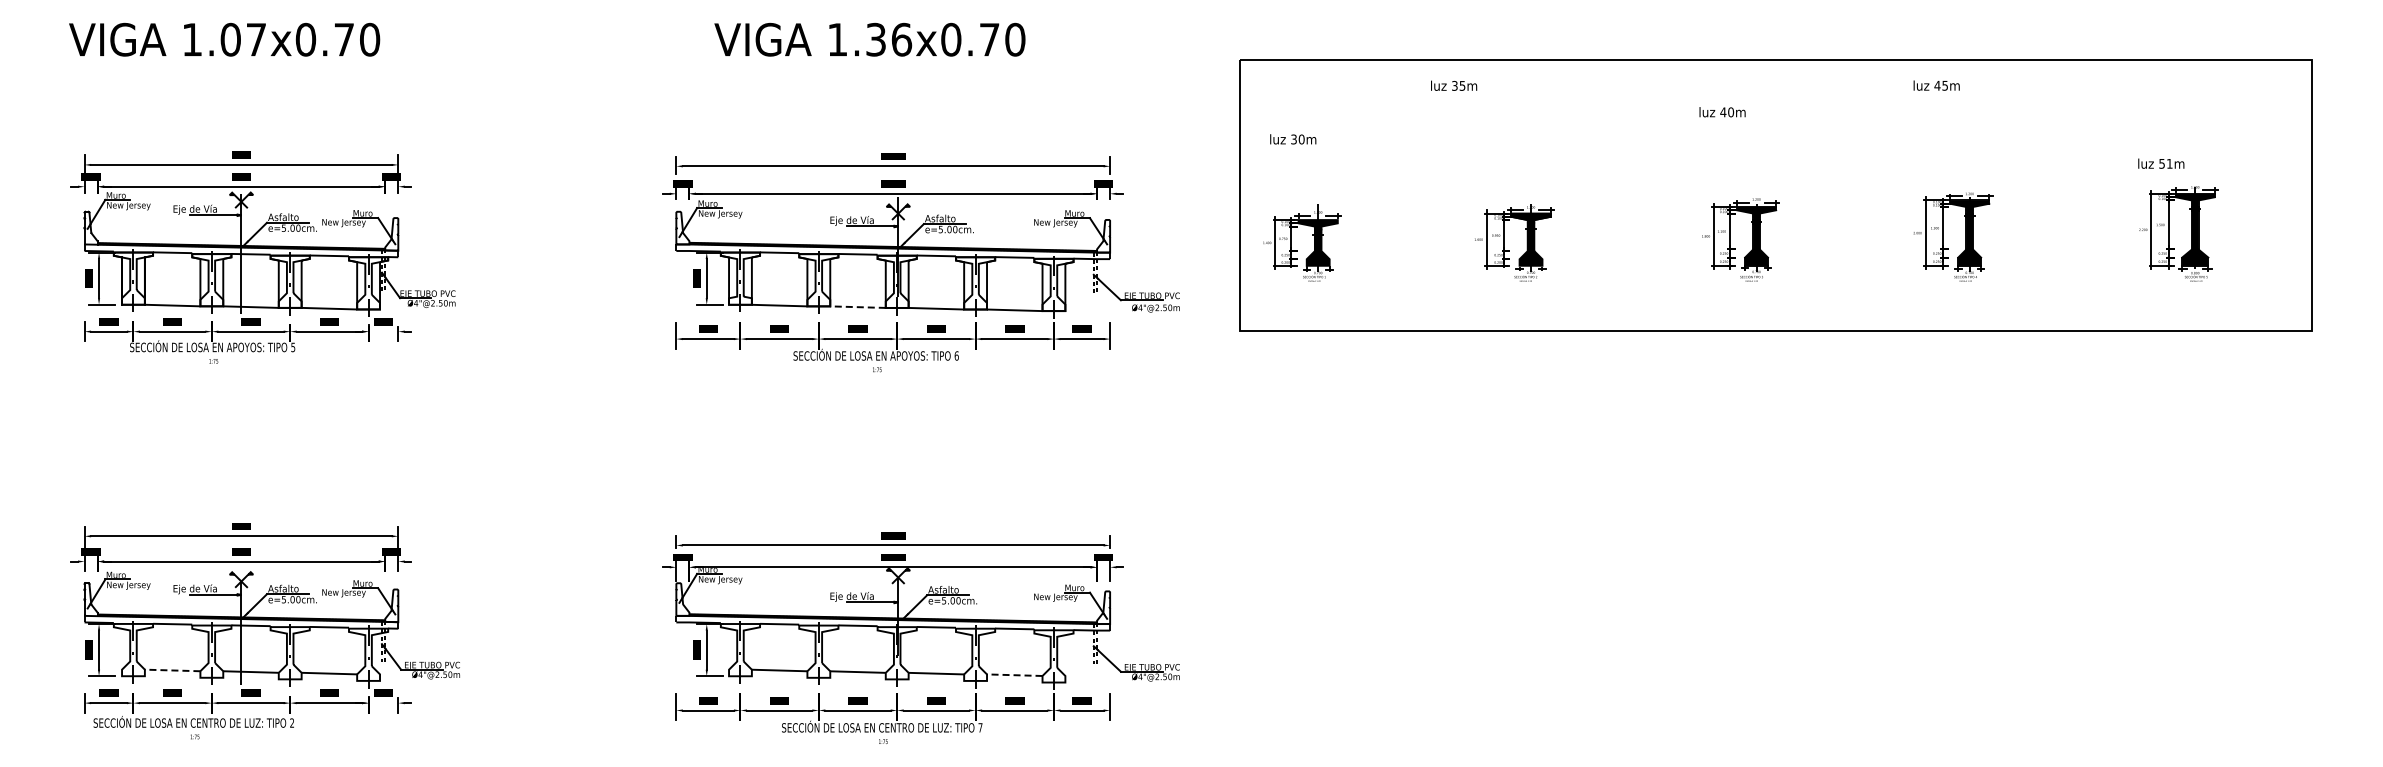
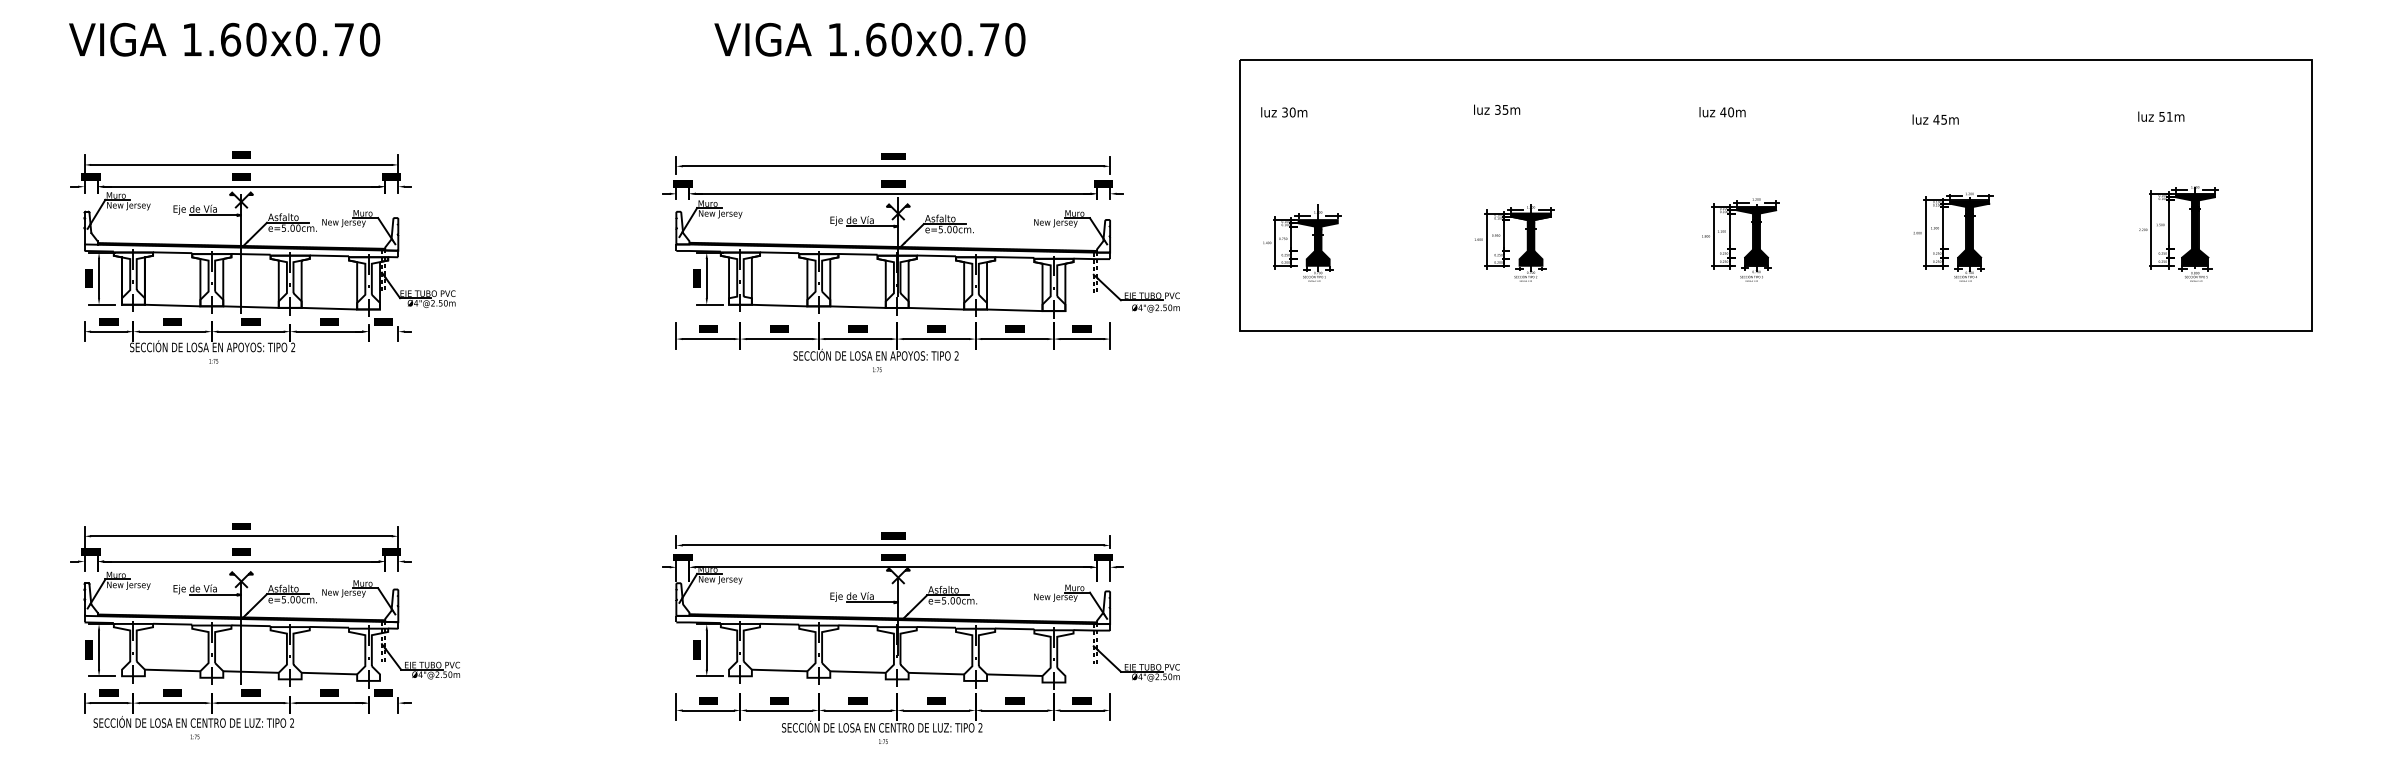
text at (243, 39): 1.07x0.70 -> 1.60x0.70
text at (889, 39): 1.36x0.70 -> 1.60x0.70
text at (1454, 85) position: (1454, 85) -> (1497, 109)
text at (1936, 85) position: (1936, 85) -> (1935, 119)
text at (1293, 139) position: (1293, 139) -> (1284, 112)
text at (2161, 163) position: (2161, 163) -> (2161, 116)
line at (858, 307): dashed -> solid
text at (293, 347): 5 -> 2
text at (956, 355): 6 -> 2
line at (172, 670): dashed -> solid
line at (1014, 675): dashed -> solid
text at (980, 727): 7 -> 2
